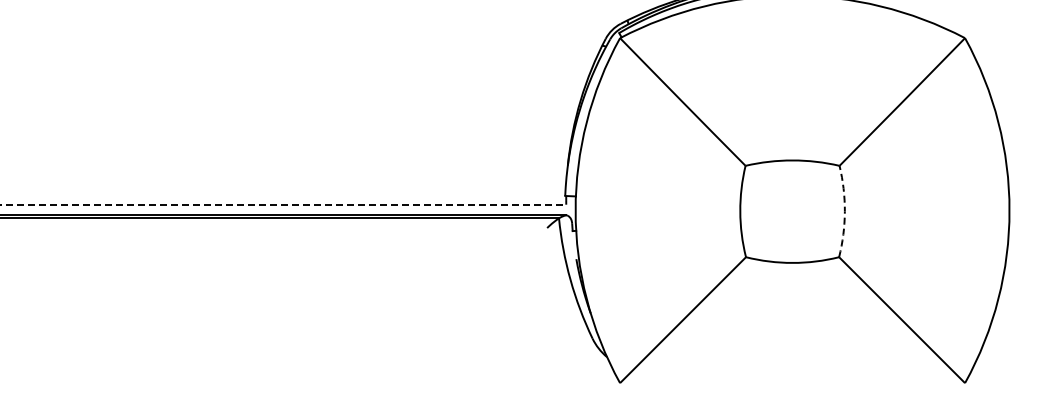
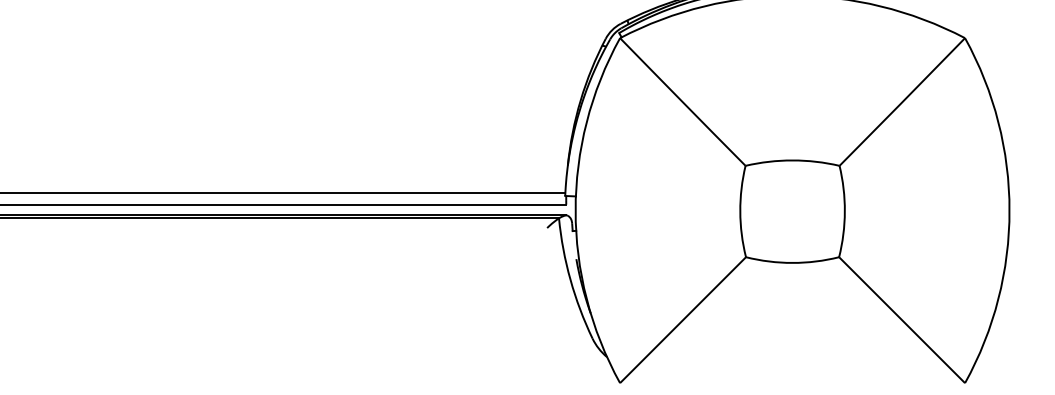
line at (283, 193): none -> present
line at (283, 204): dashed -> solid
arc at (844, 211): dashed -> solid
